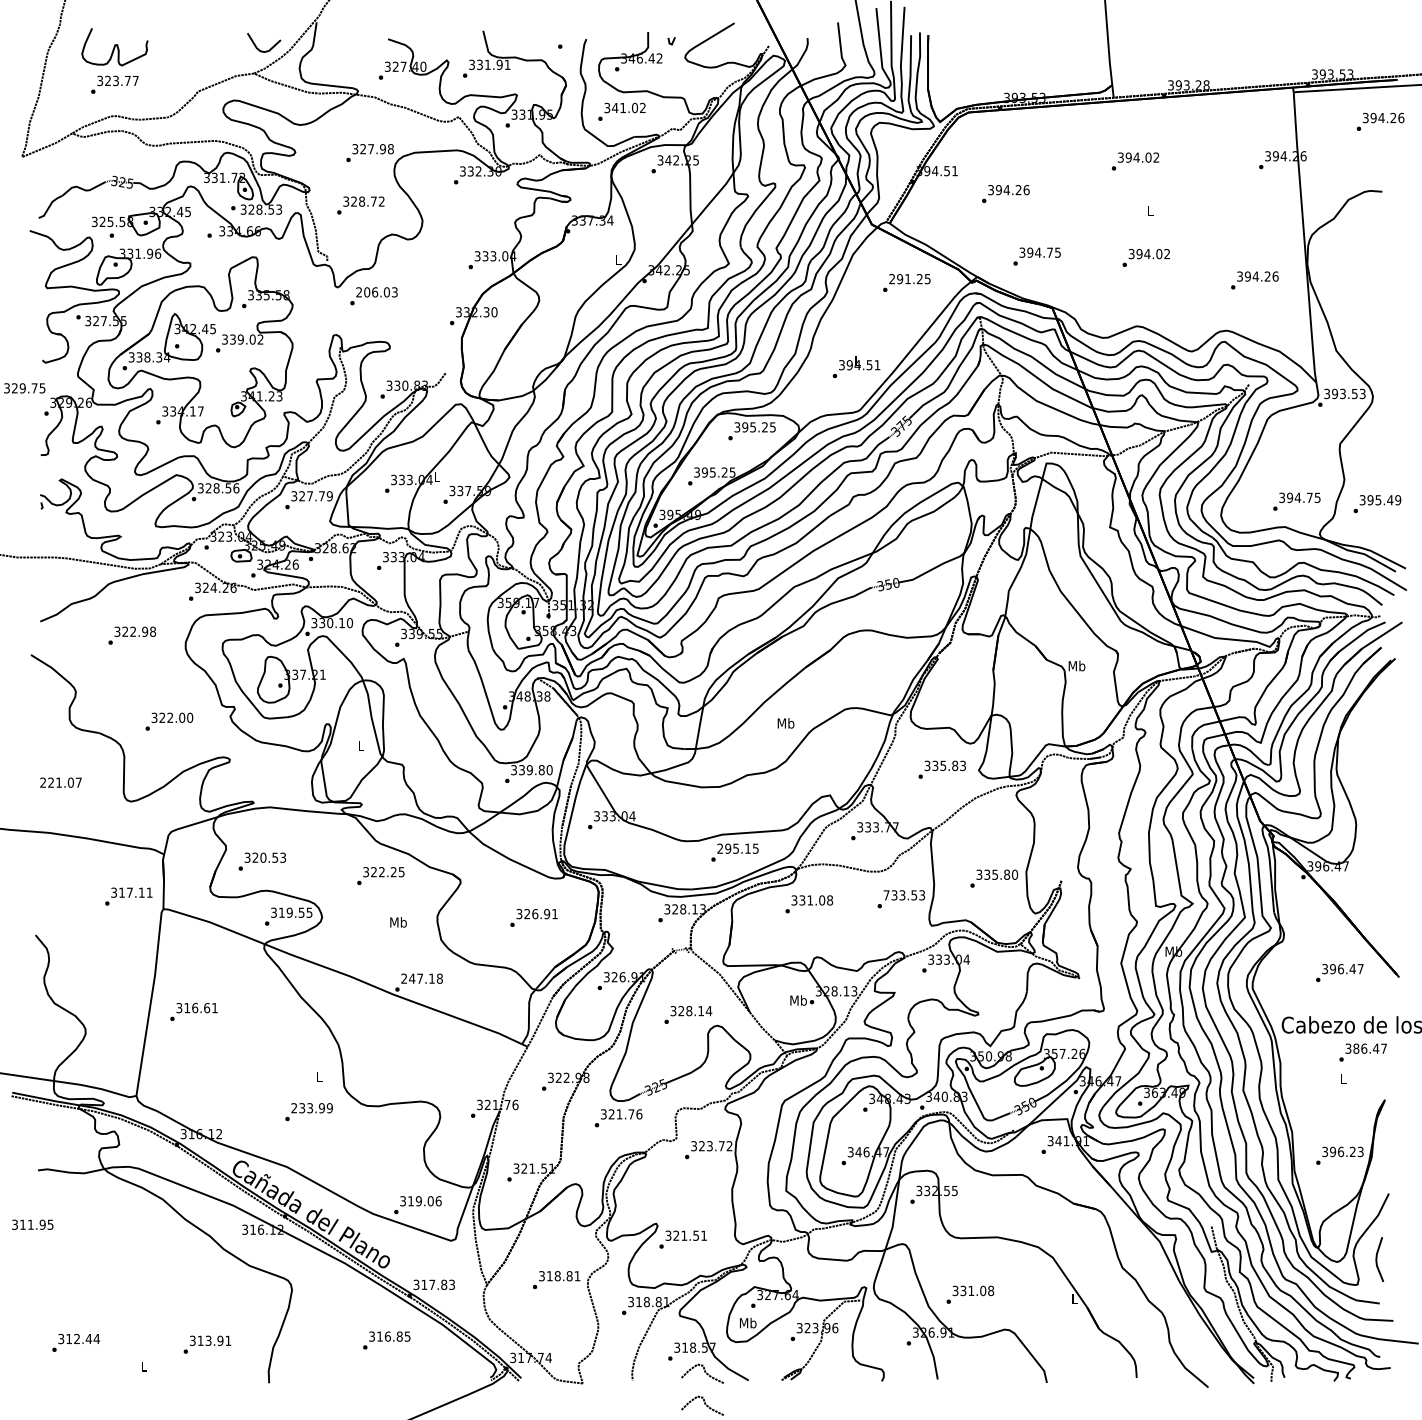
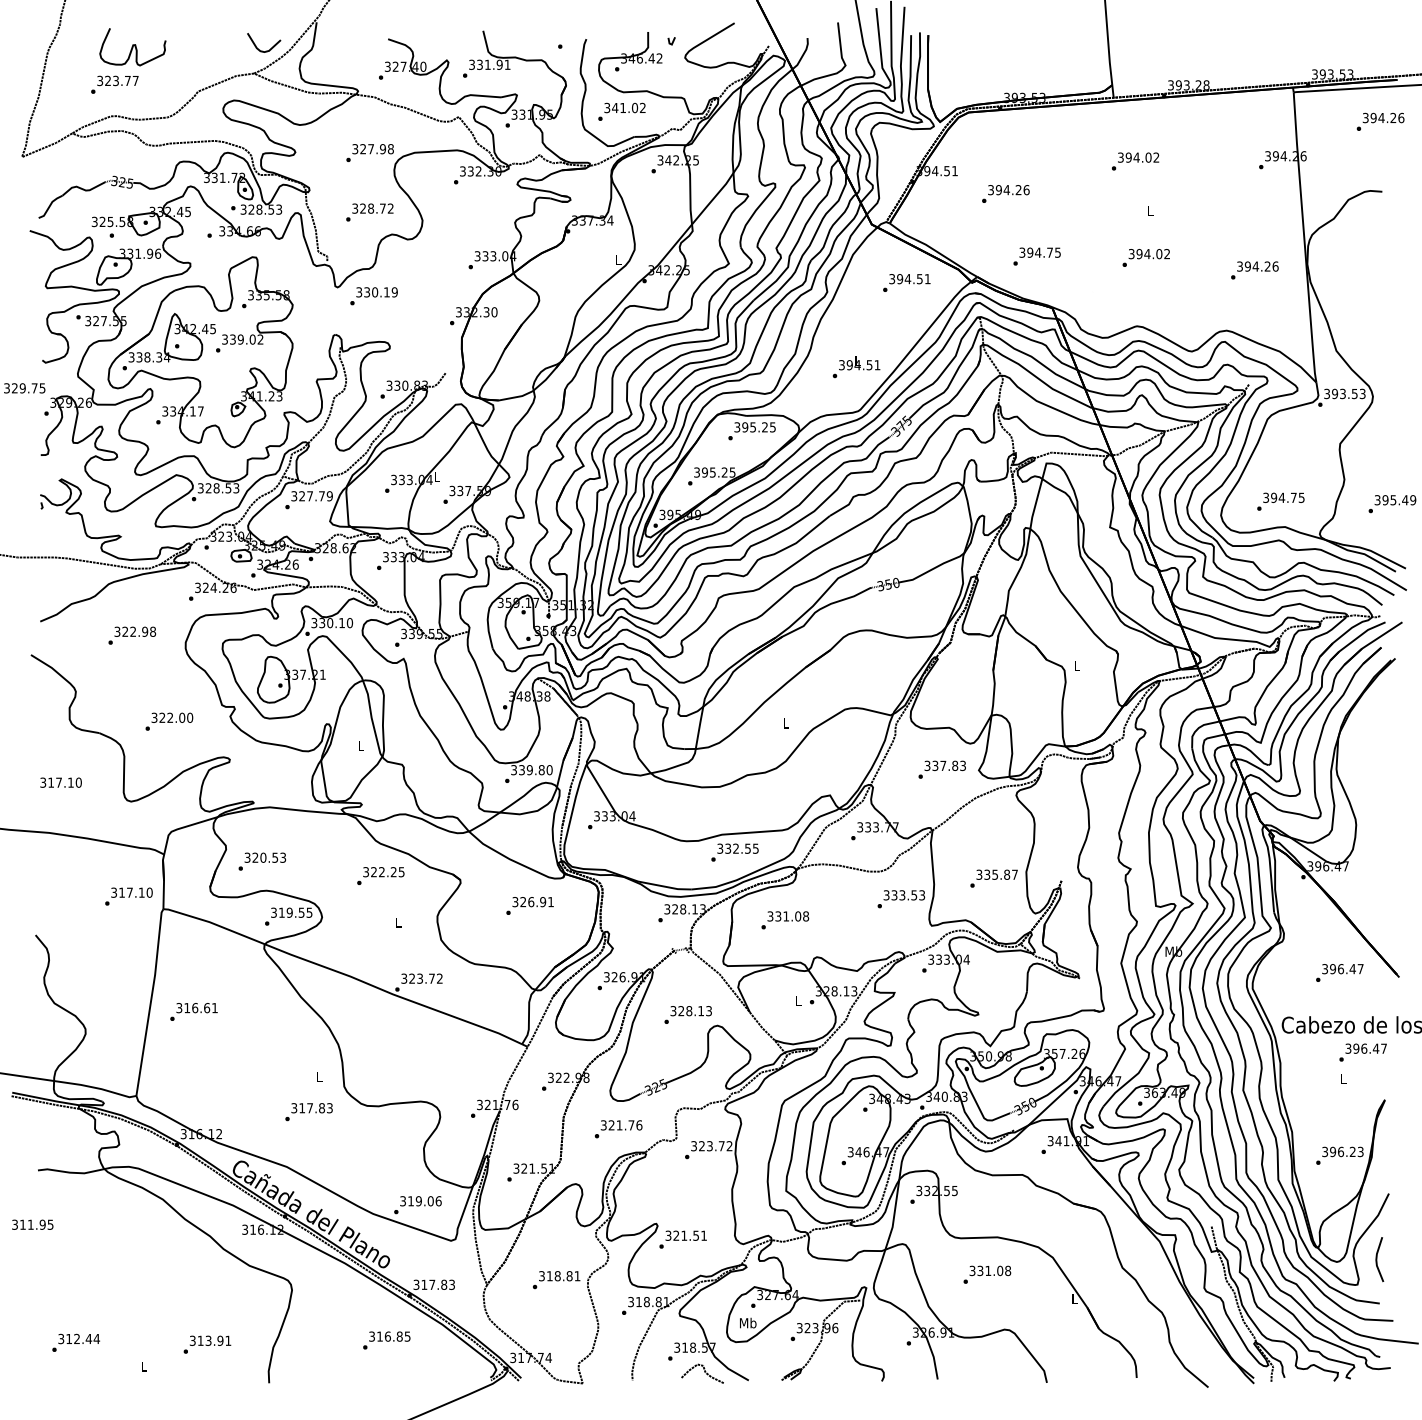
curve at (114, 47) position: (114, 47) -> (132, 47)
text at (360, 205) position: (360, 205) -> (369, 212)
text at (909, 279): 291.25 -> 394.51
text at (1254, 280) position: (1254, 280) -> (1254, 270)
text at (376, 292): 206.03 -> 330.19
text at (236, 488): 328.56 -> 328.53
text at (1296, 501) position: (1296, 501) -> (1280, 501)
text at (1377, 504) position: (1377, 504) -> (1392, 504)
text at (1076, 665): Mb -> L
text at (785, 723): Mb -> L
text at (943, 766): 335.83 -> 337.83
text at (60, 782): 221.07 -> 317.10
text at (733, 848): 295.15 -> 332.55
text at (1015, 874): 335.80 -> 335.87
text at (149, 892): 317.11 -> 317.10
text at (886, 895): 733.53 -> 333.53
text at (809, 904) position: (809, 904) -> (785, 920)
text at (533, 917) position: (533, 917) -> (529, 905)
text at (398, 922): Mb -> L
text at (421, 978): 247.18 -> 323.72
text at (798, 1000): Mb -> L
text at (708, 1011): 328.14 -> 328.13
text at (1356, 1048): 386.47 -> 396.47
text at (311, 1108): 233.99 -> 317.83
text at (618, 1118) position: (618, 1118) -> (618, 1129)
text at (970, 1294) position: (970, 1294) -> (987, 1274)
curve at (704, 1404): present -> none
